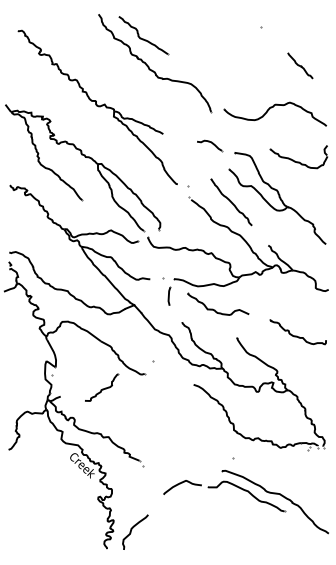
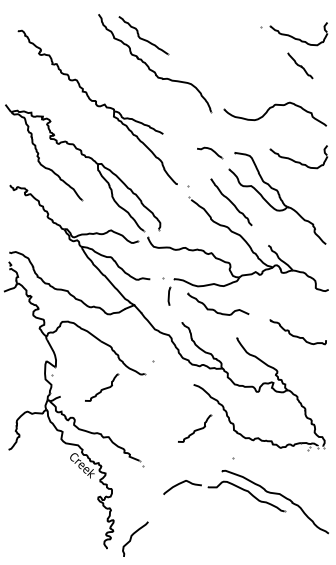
part at (298, 34): none -> present
part at (210, 145) position: (210, 145) -> (210, 152)
part at (195, 428): none -> present
curve at (133, 528) position: (133, 528) -> (133, 535)
